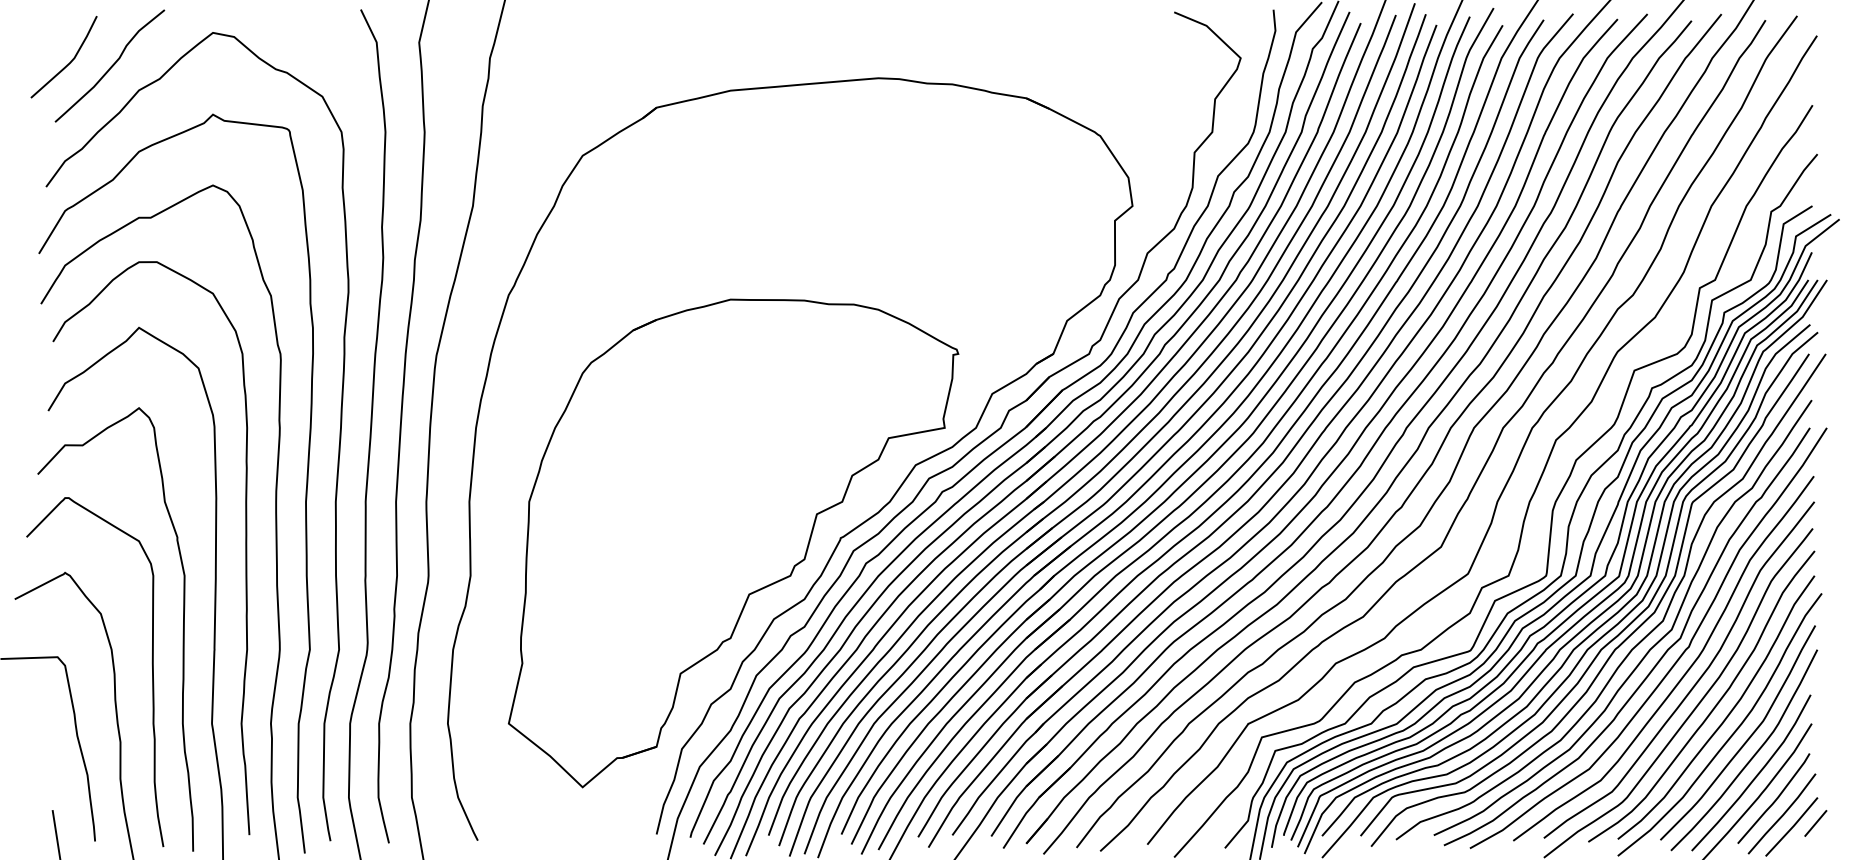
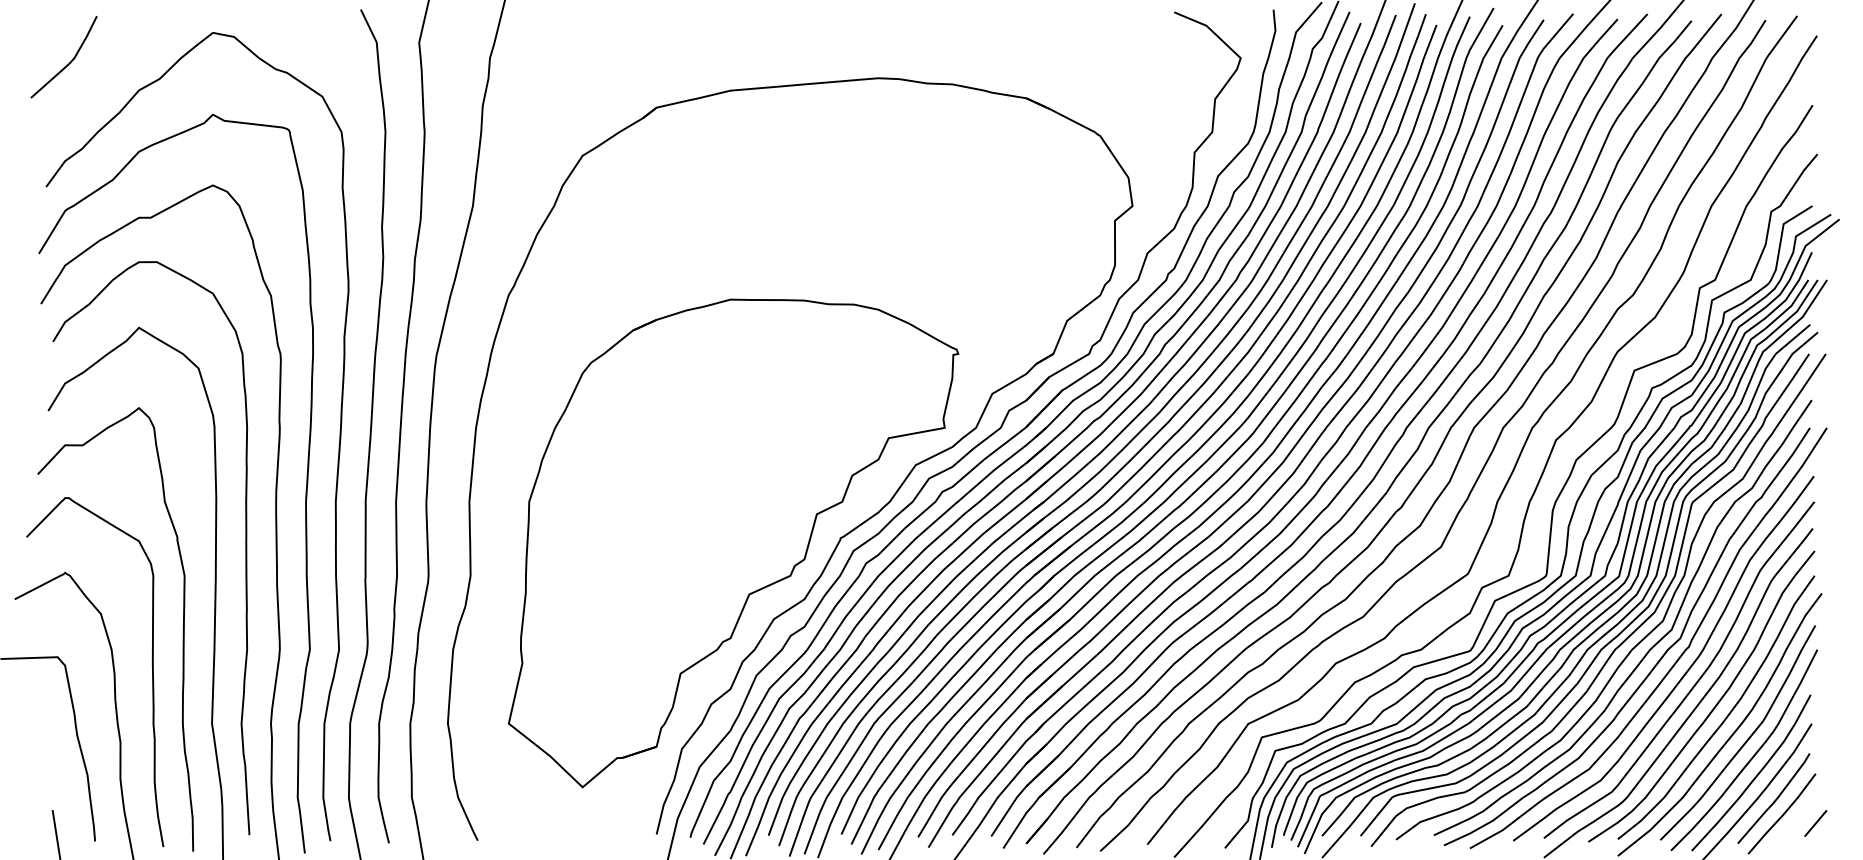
curve at (110, 66): present -> none
line at (1792, 826): present -> none
